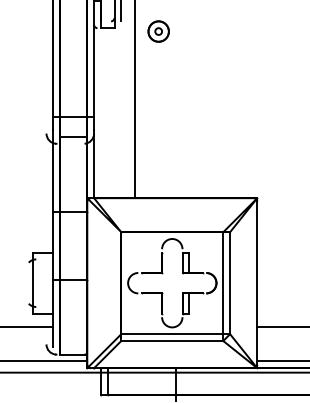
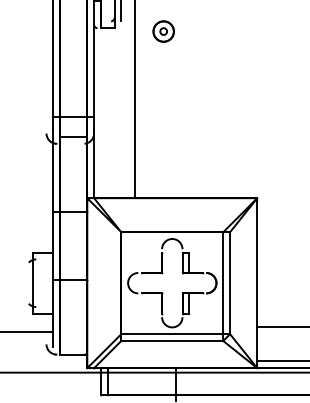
part at (158, 31) position: (158, 31) -> (163, 31)
line at (27, 327) position: (27, 327) -> (27, 332)
line at (44, 361): present -> none
